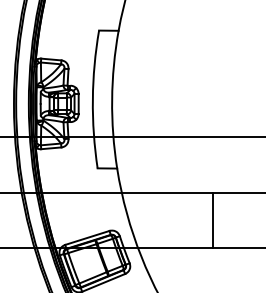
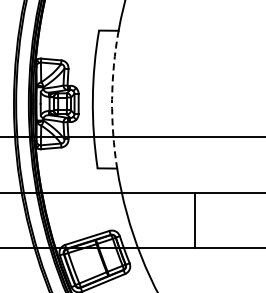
arc at (112, 99): solid -> dashed
line at (212, 219) position: (212, 219) -> (194, 219)
